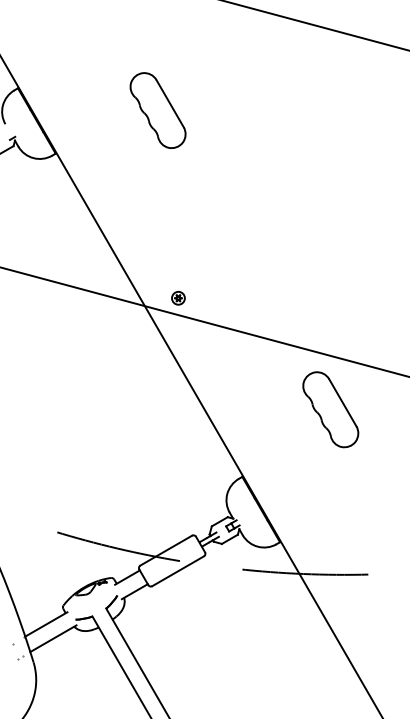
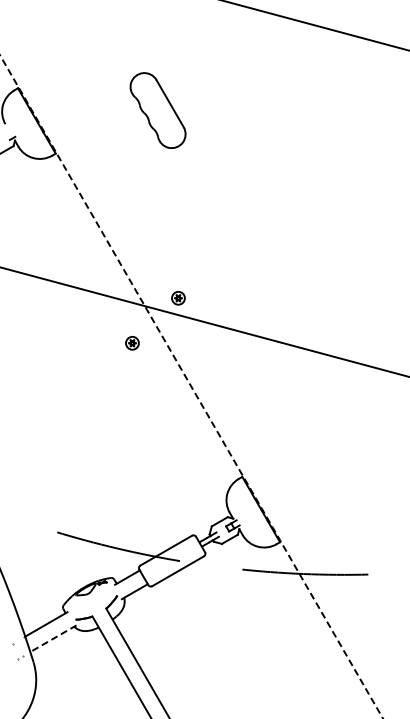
part at (132, 343): none -> present
line at (191, 387): solid -> dashed
part at (330, 409): present -> none
line at (53, 638): solid -> dashed
